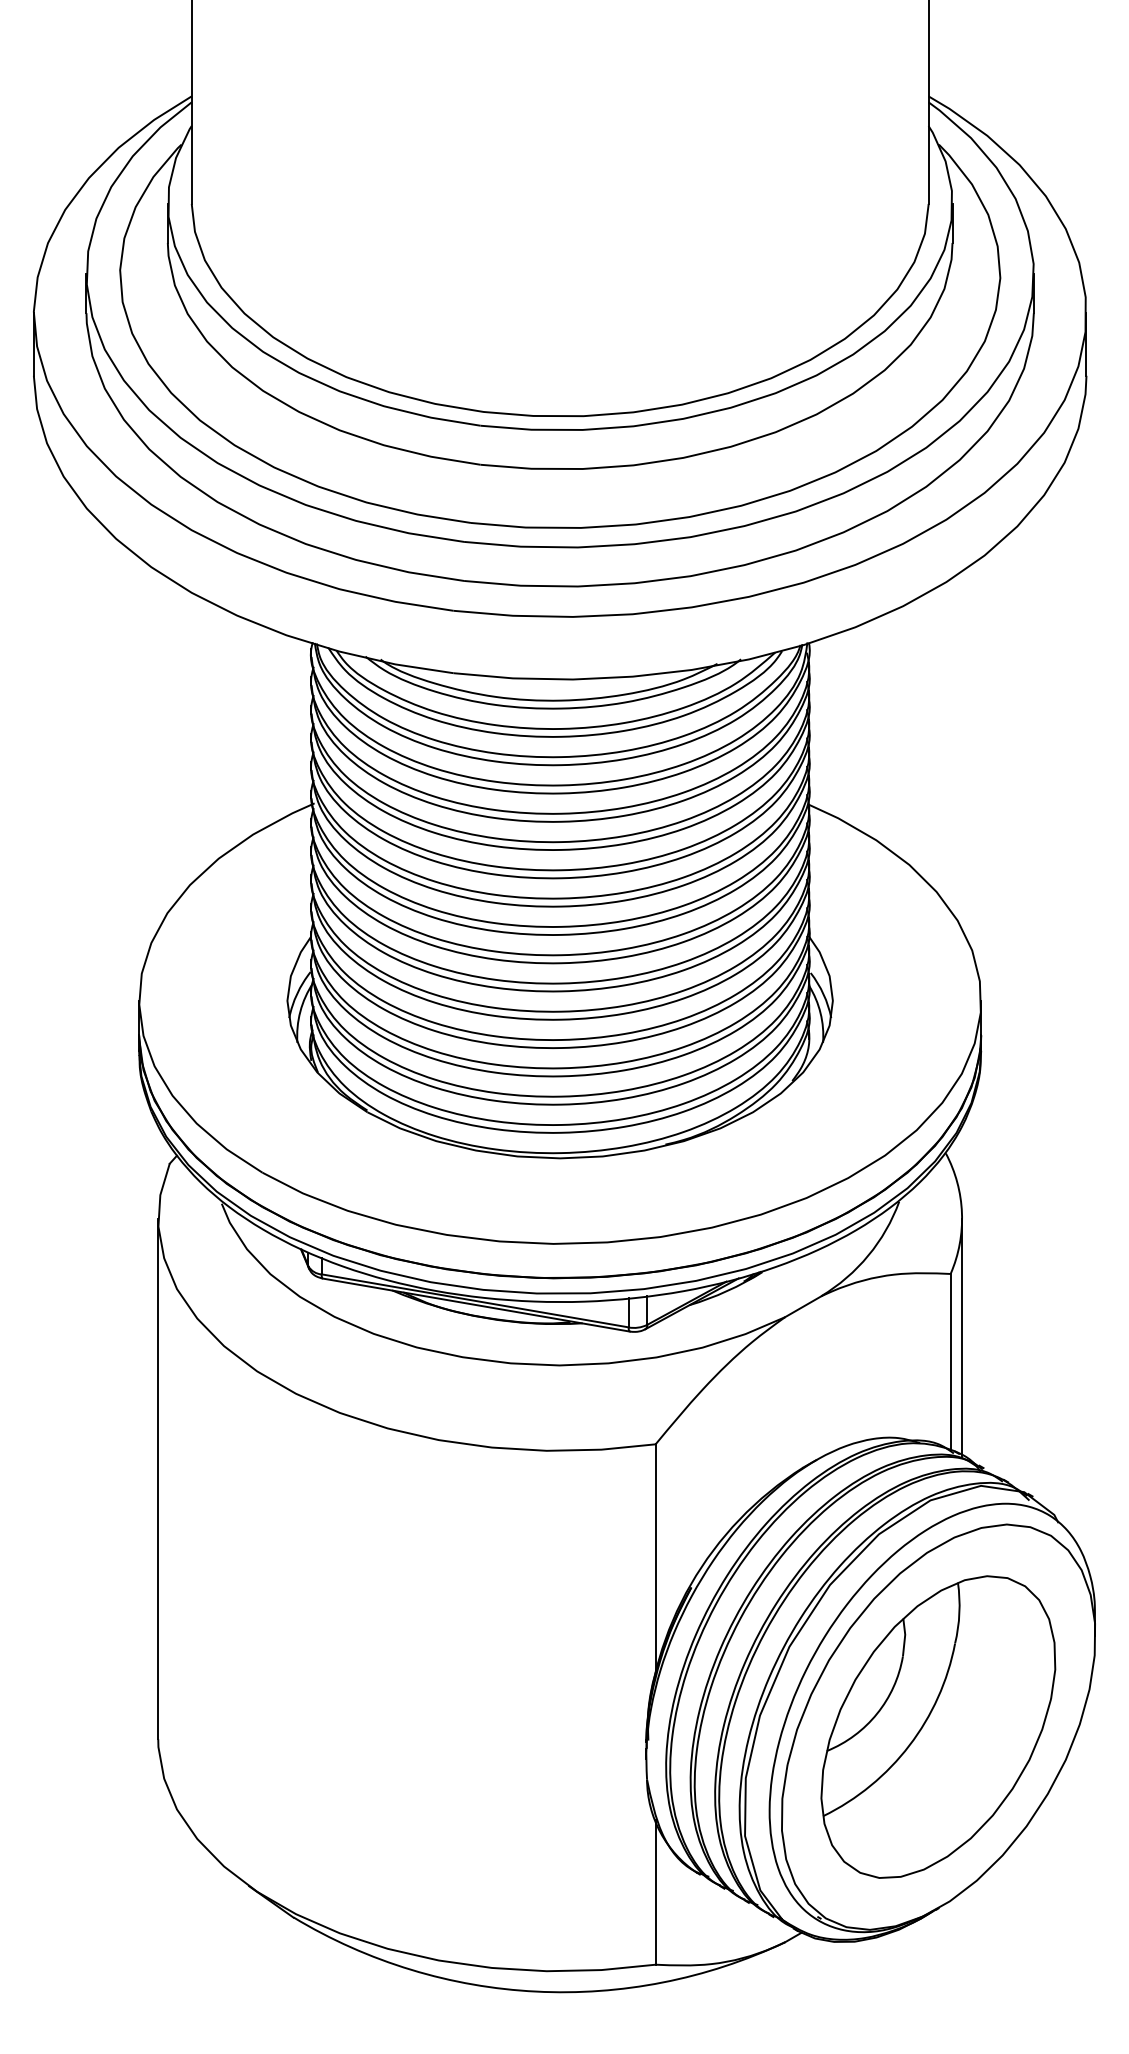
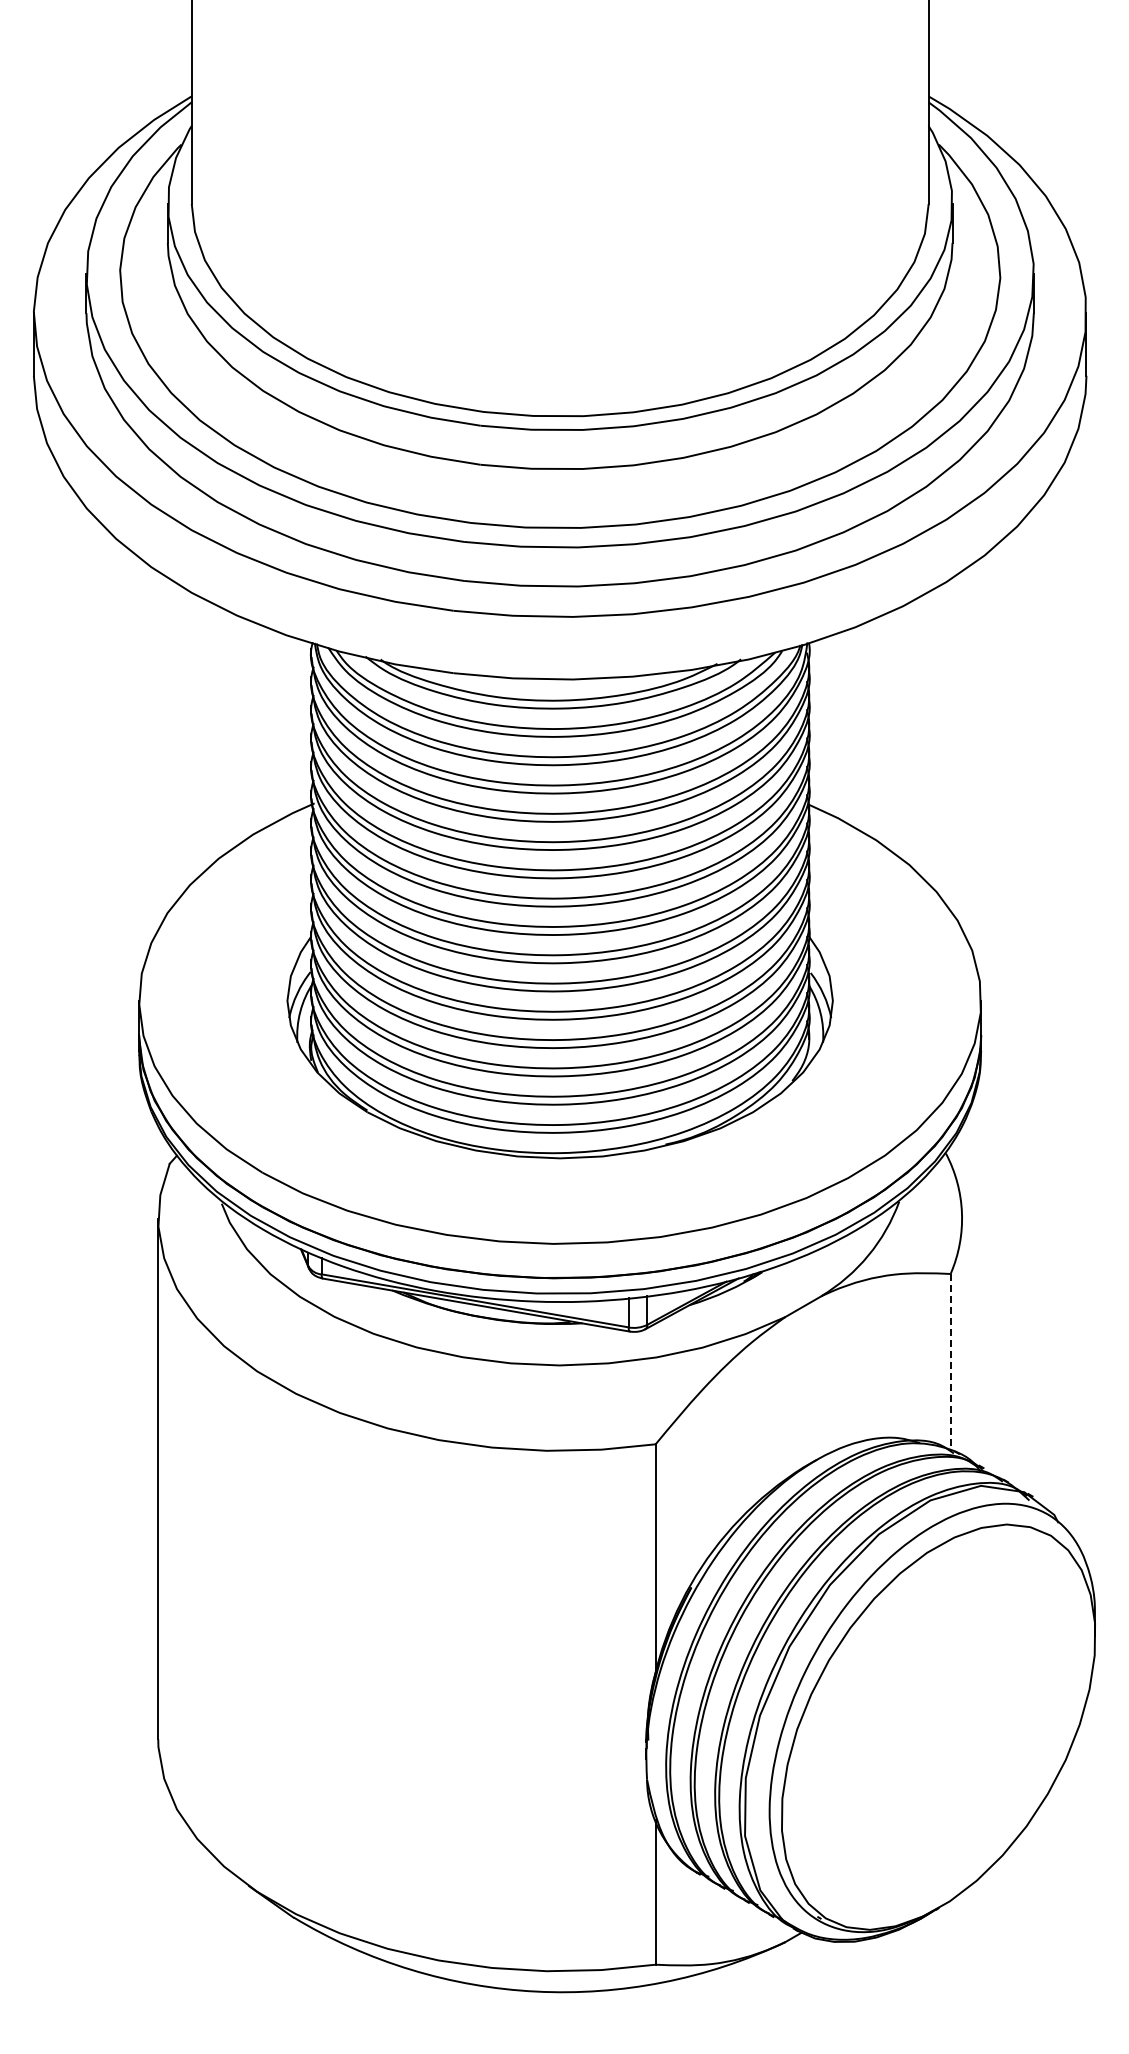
line at (962, 1338): present -> none
line at (950, 1362): solid -> dashed
part at (938, 1726): present -> none
